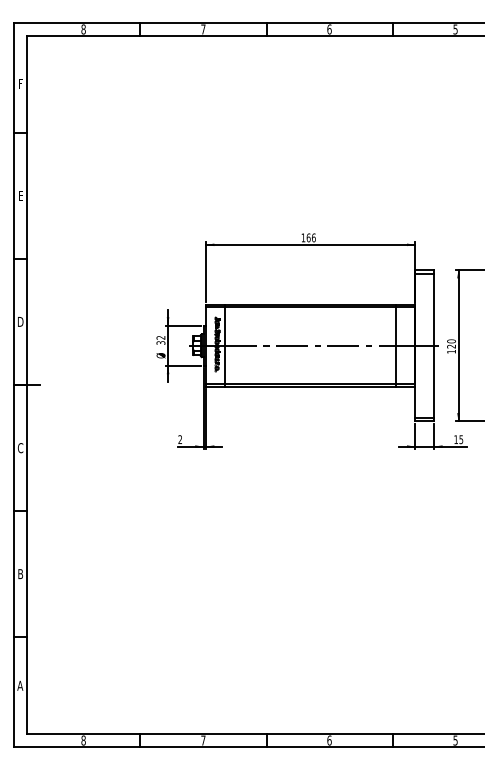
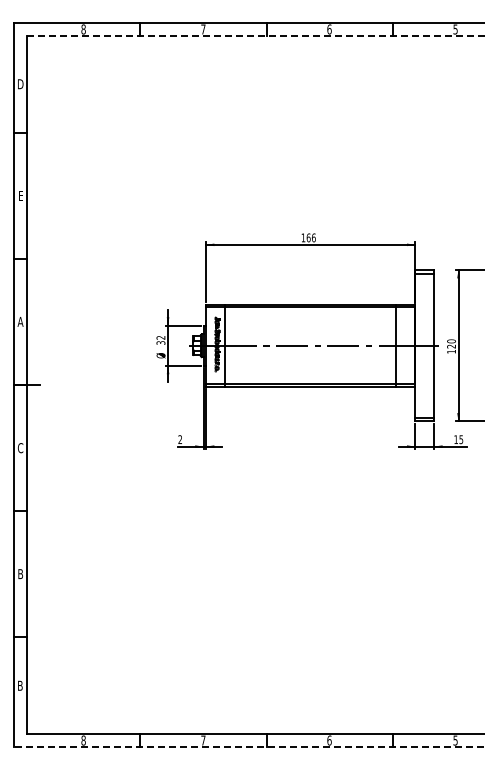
line at (255, 35): solid -> dashed
text at (20, 84): F -> D
text at (20, 321): D -> A
text at (20, 685): A -> B
line at (249, 746): solid -> dashed
